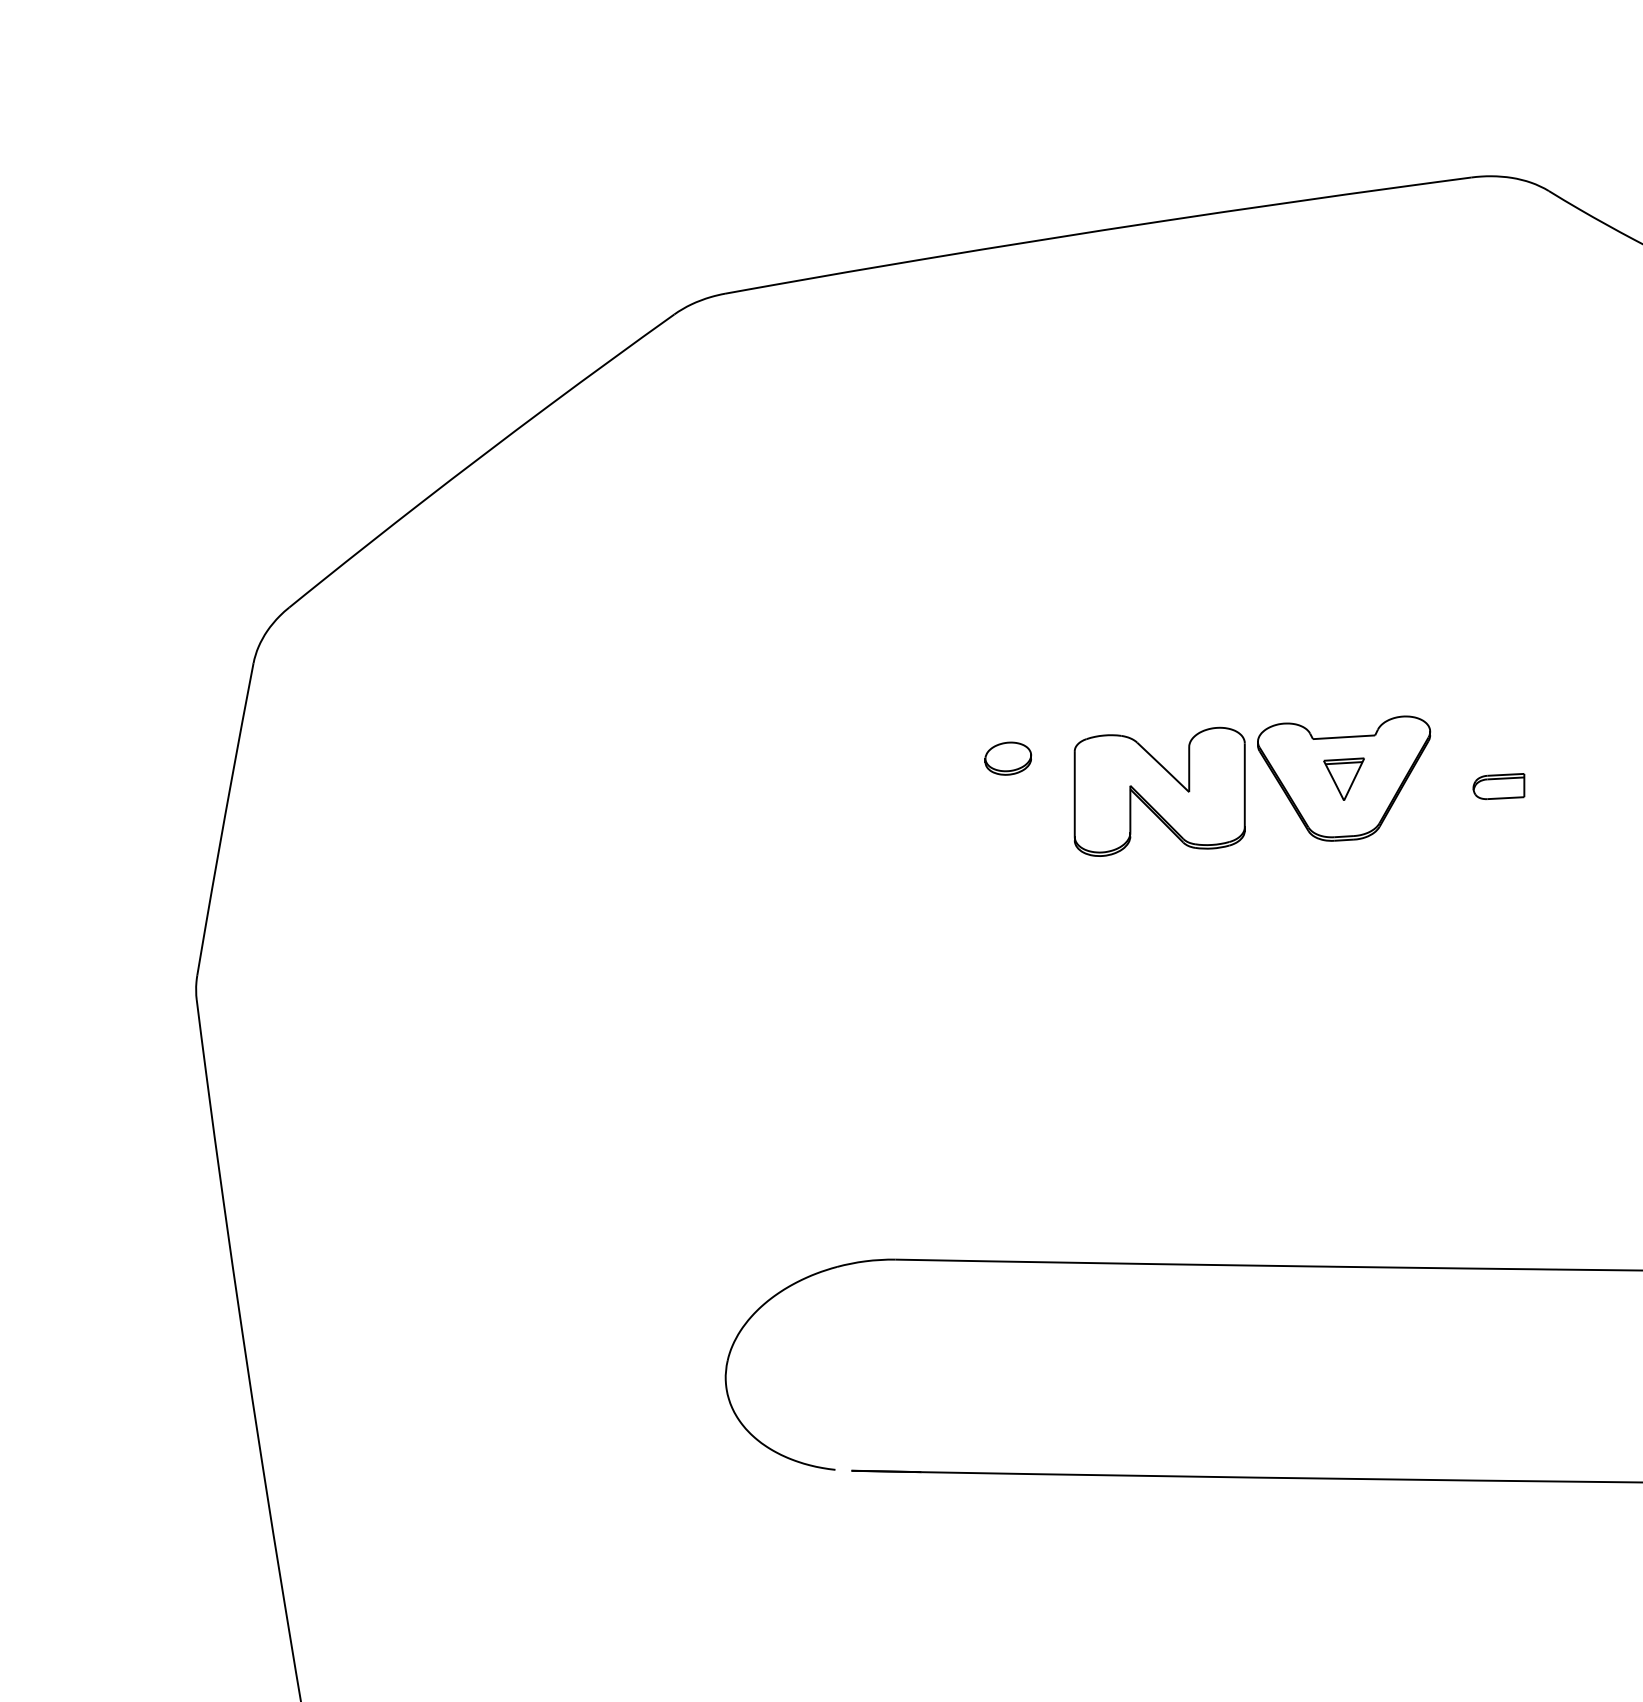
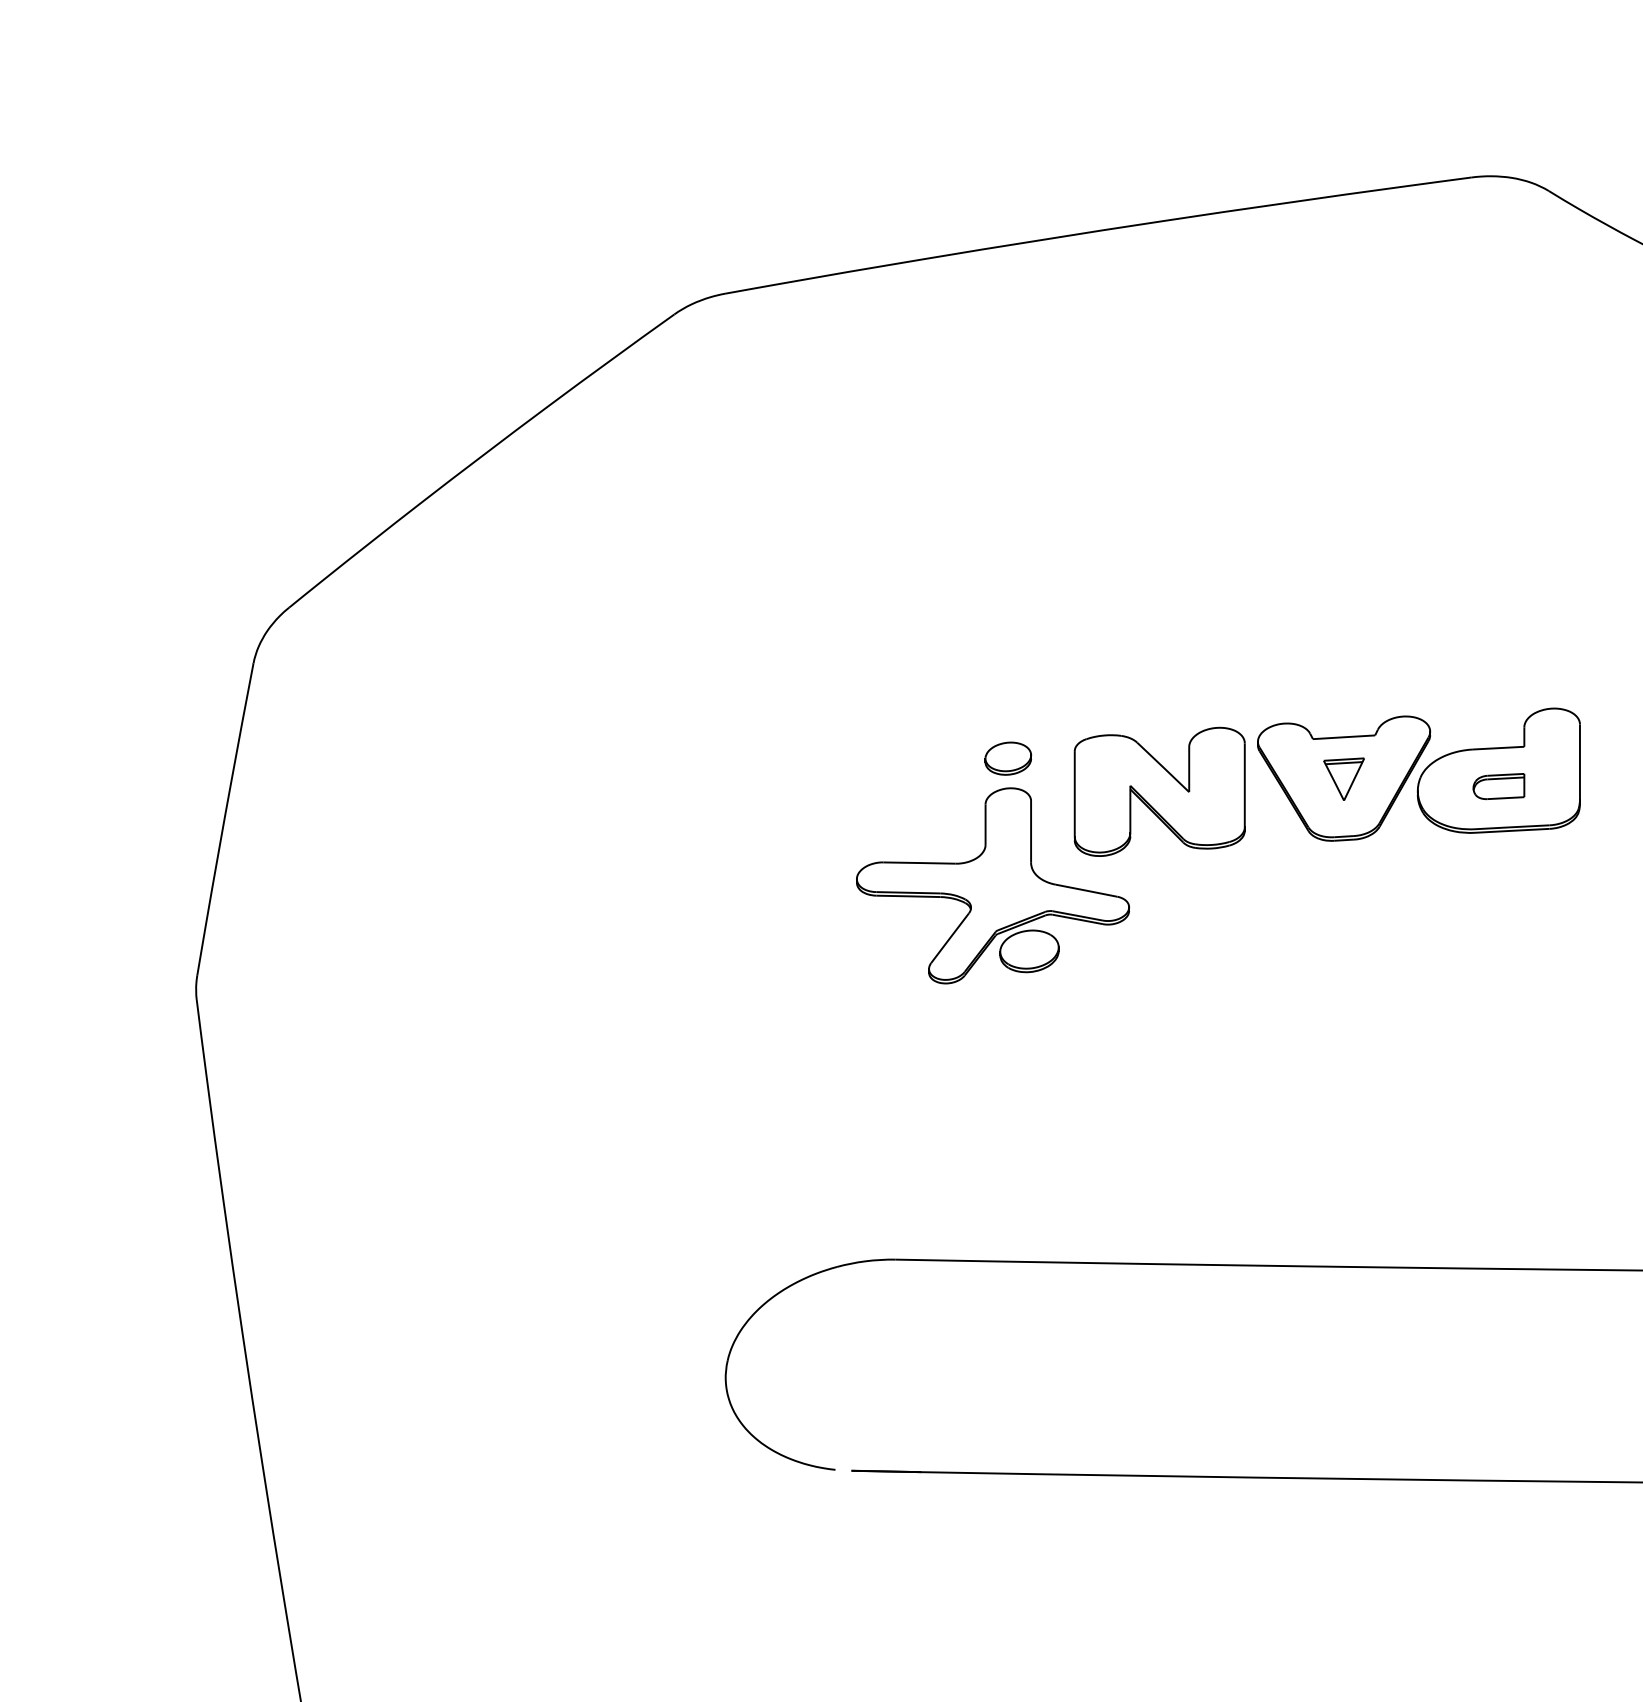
part at (1498, 770): none -> present
part at (992, 885): none -> present
